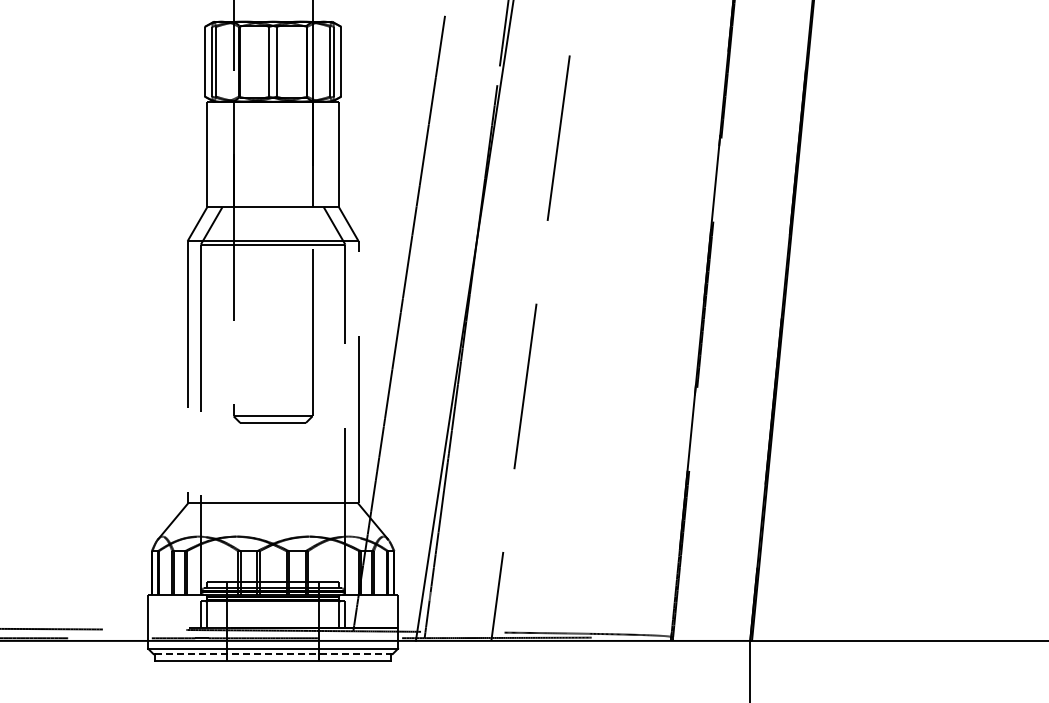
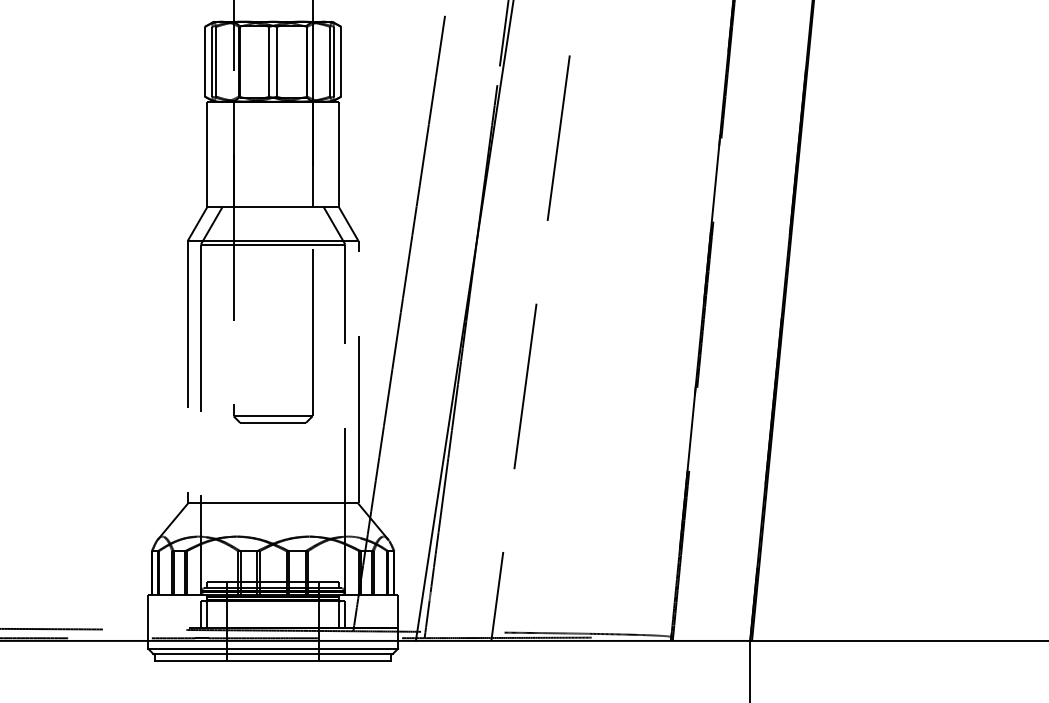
line at (273, 654): dashed -> solid
